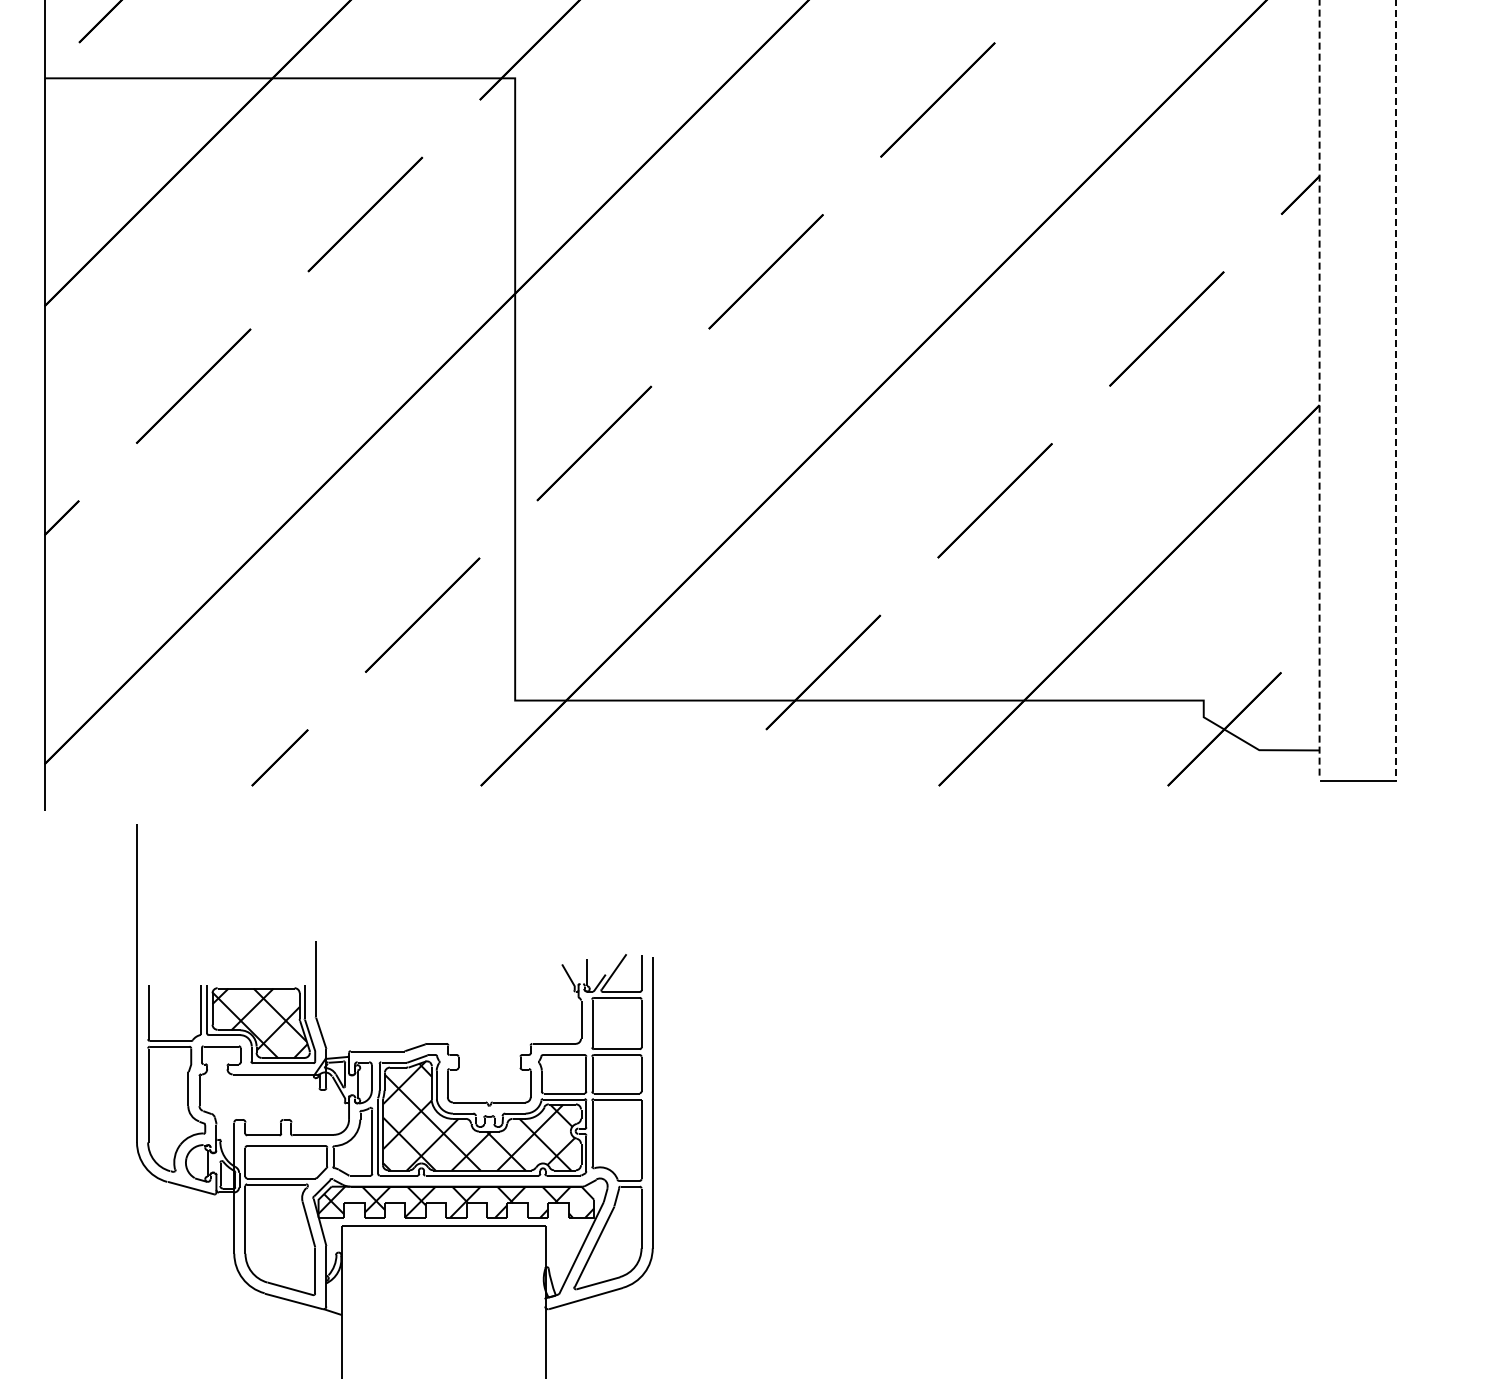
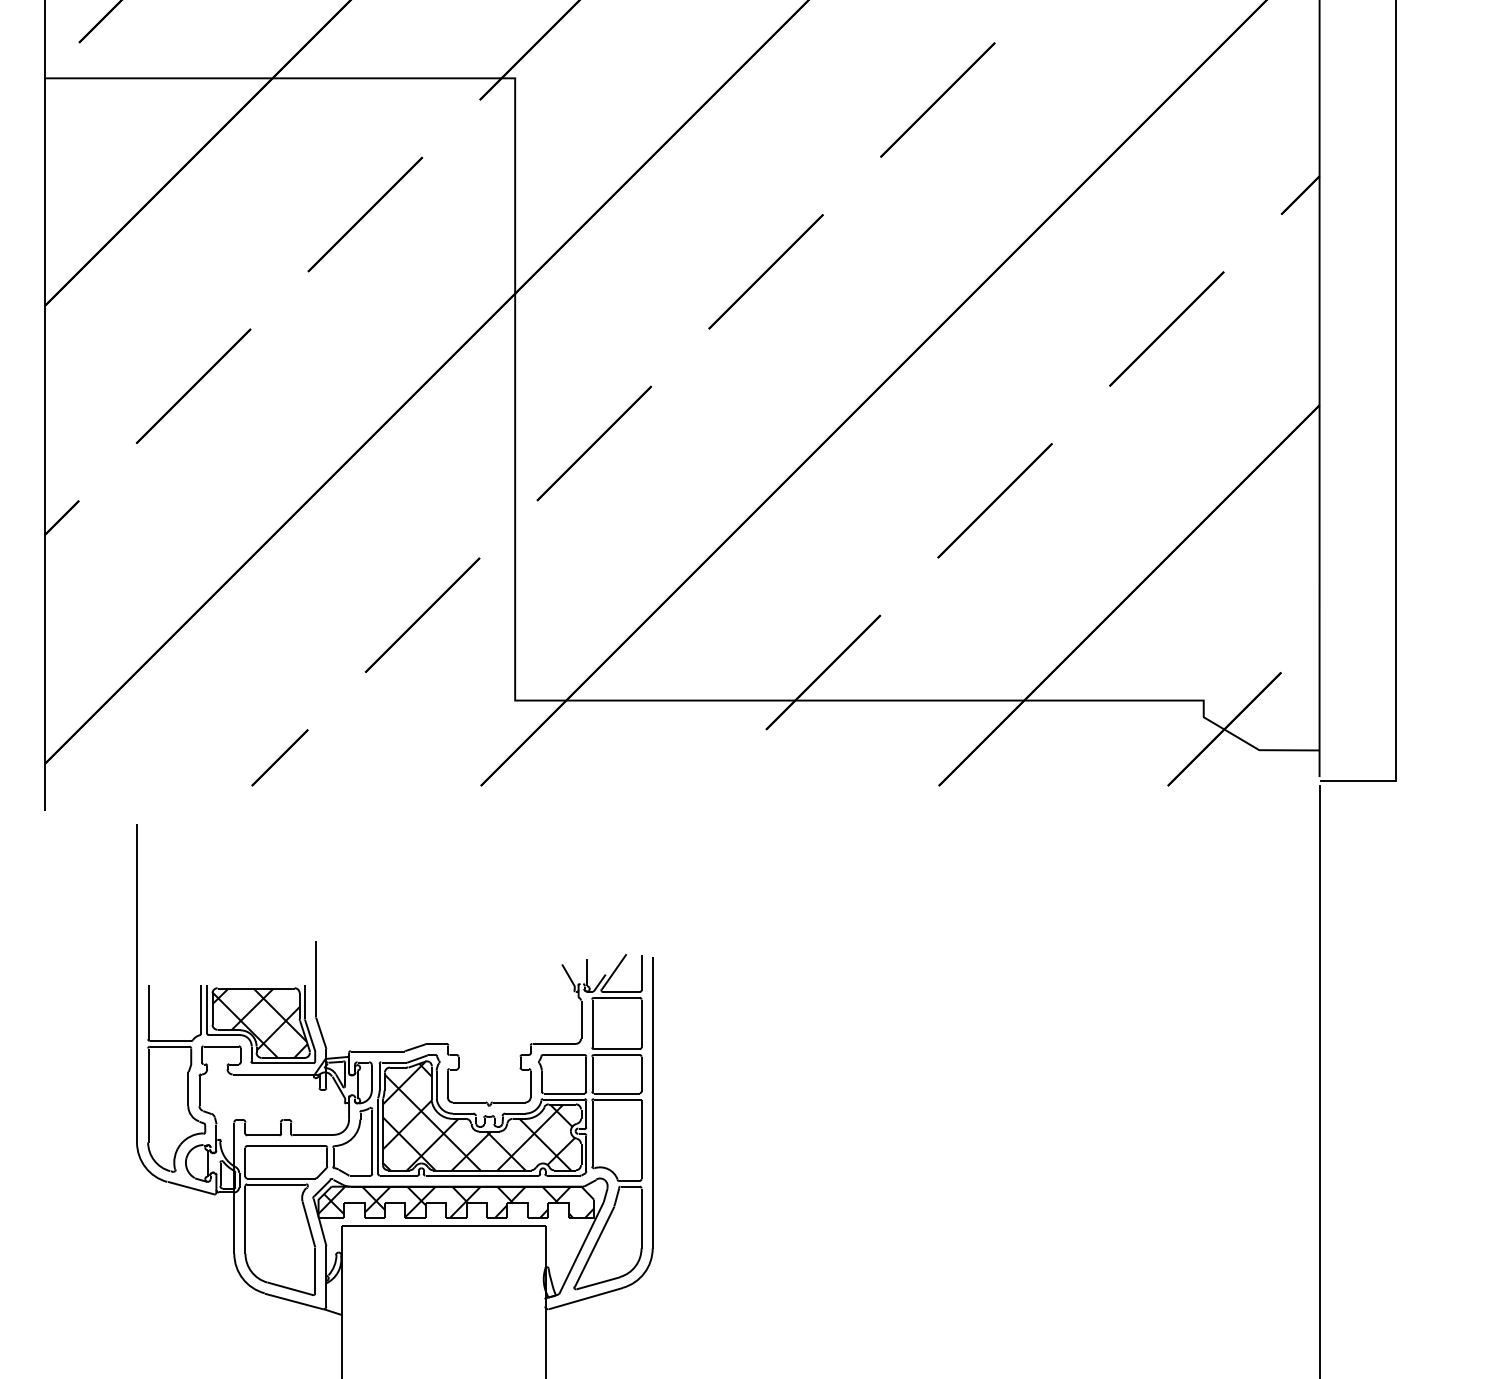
line at (1319, 389): dashed -> solid
line at (1396, 391): dashed -> solid
line at (1319, 1080): none -> present
